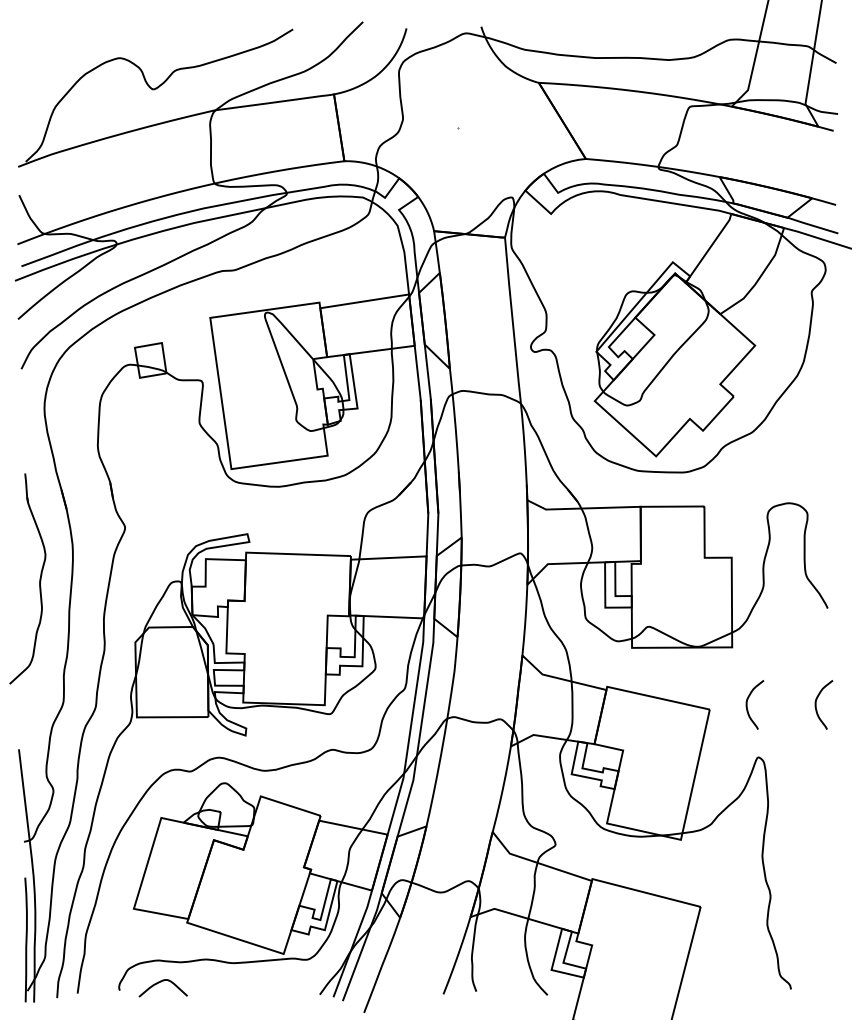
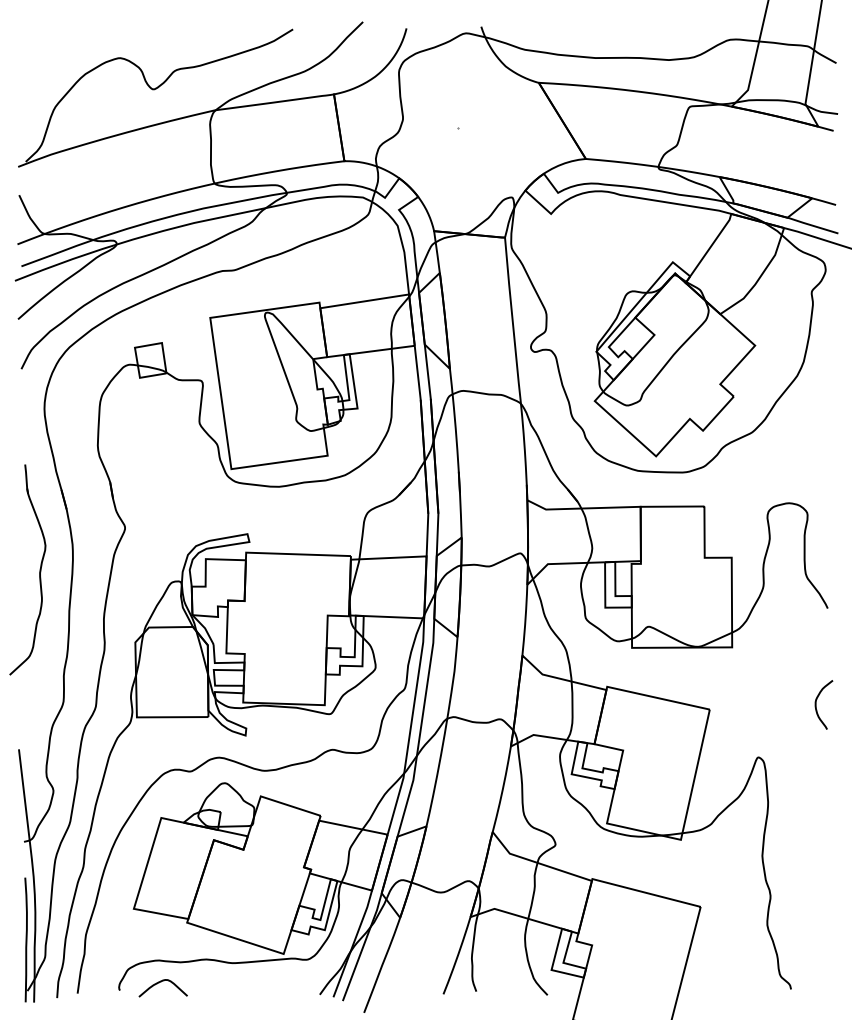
part at (39, 578) position: (39, 578) -> (39, 569)
curve at (747, 704): present -> none
